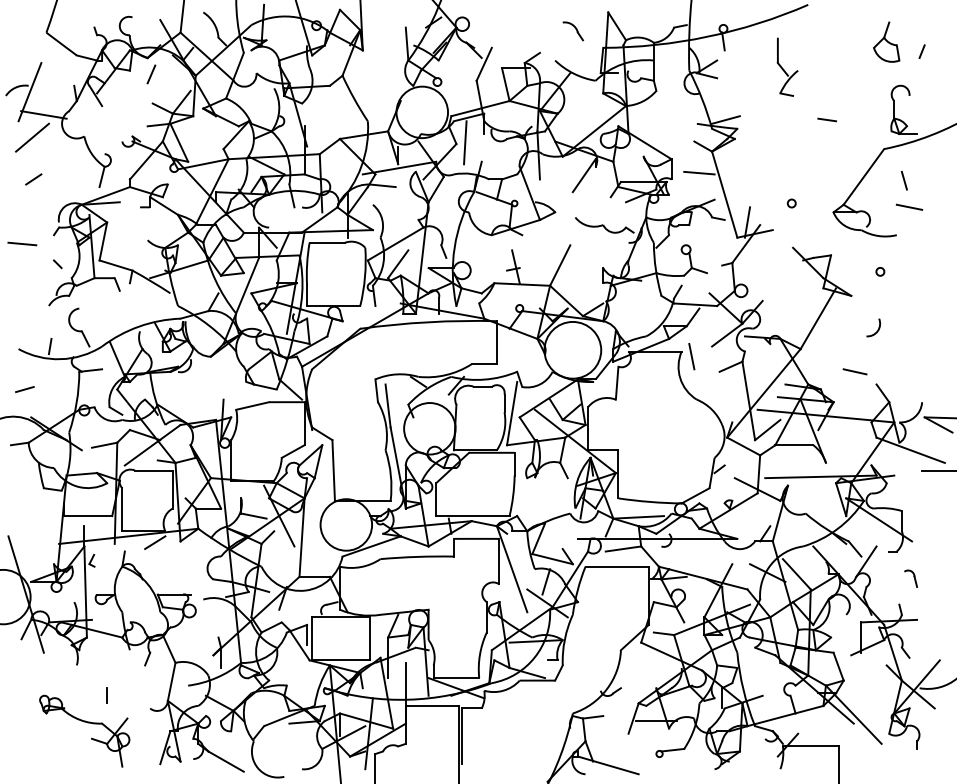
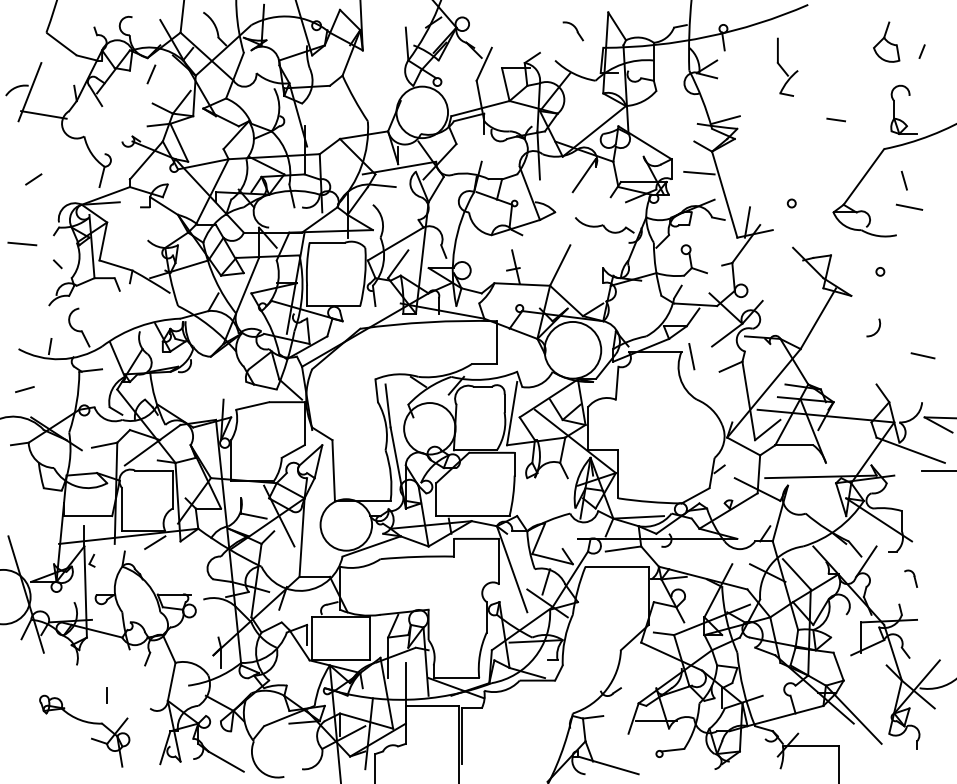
line at (826, 119) position: (826, 119) -> (835, 119)
line at (32, 137): present -> none
line at (465, 142): present -> none
line at (854, 371) position: (854, 371) -> (922, 355)
